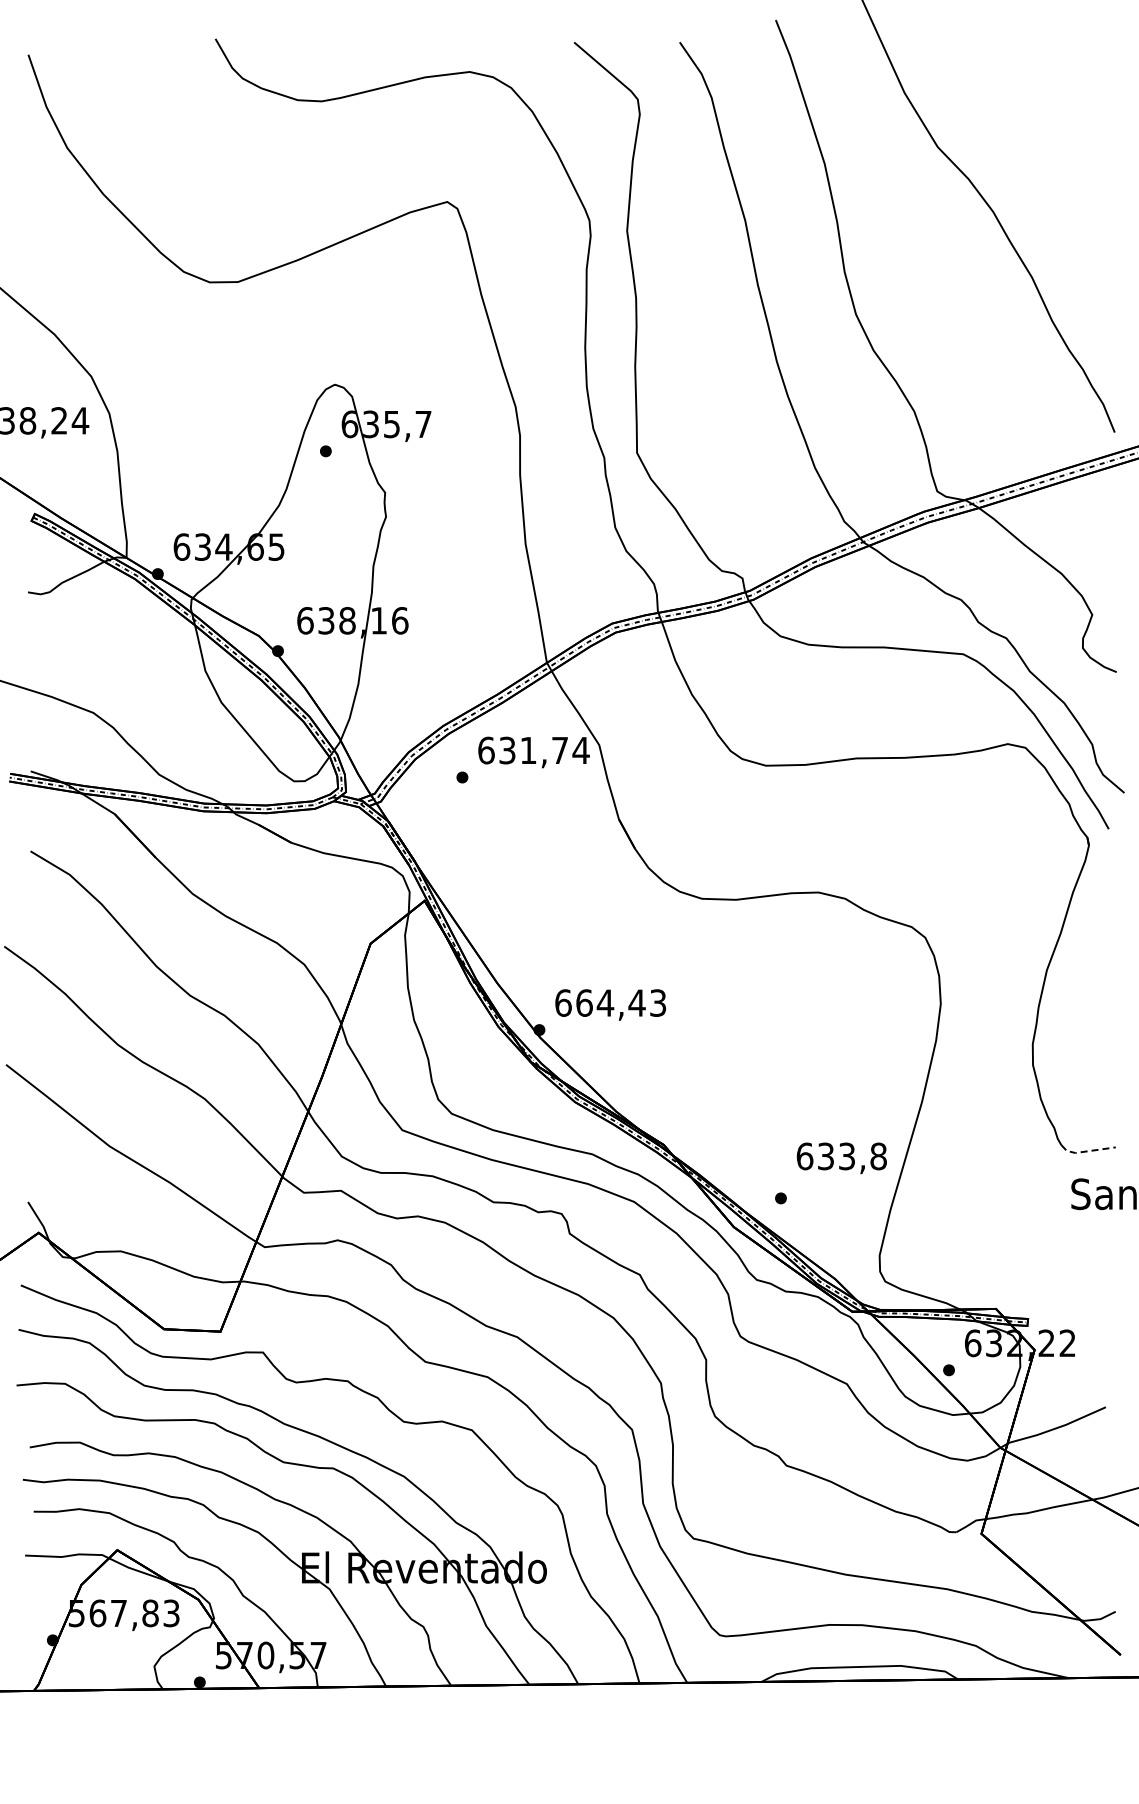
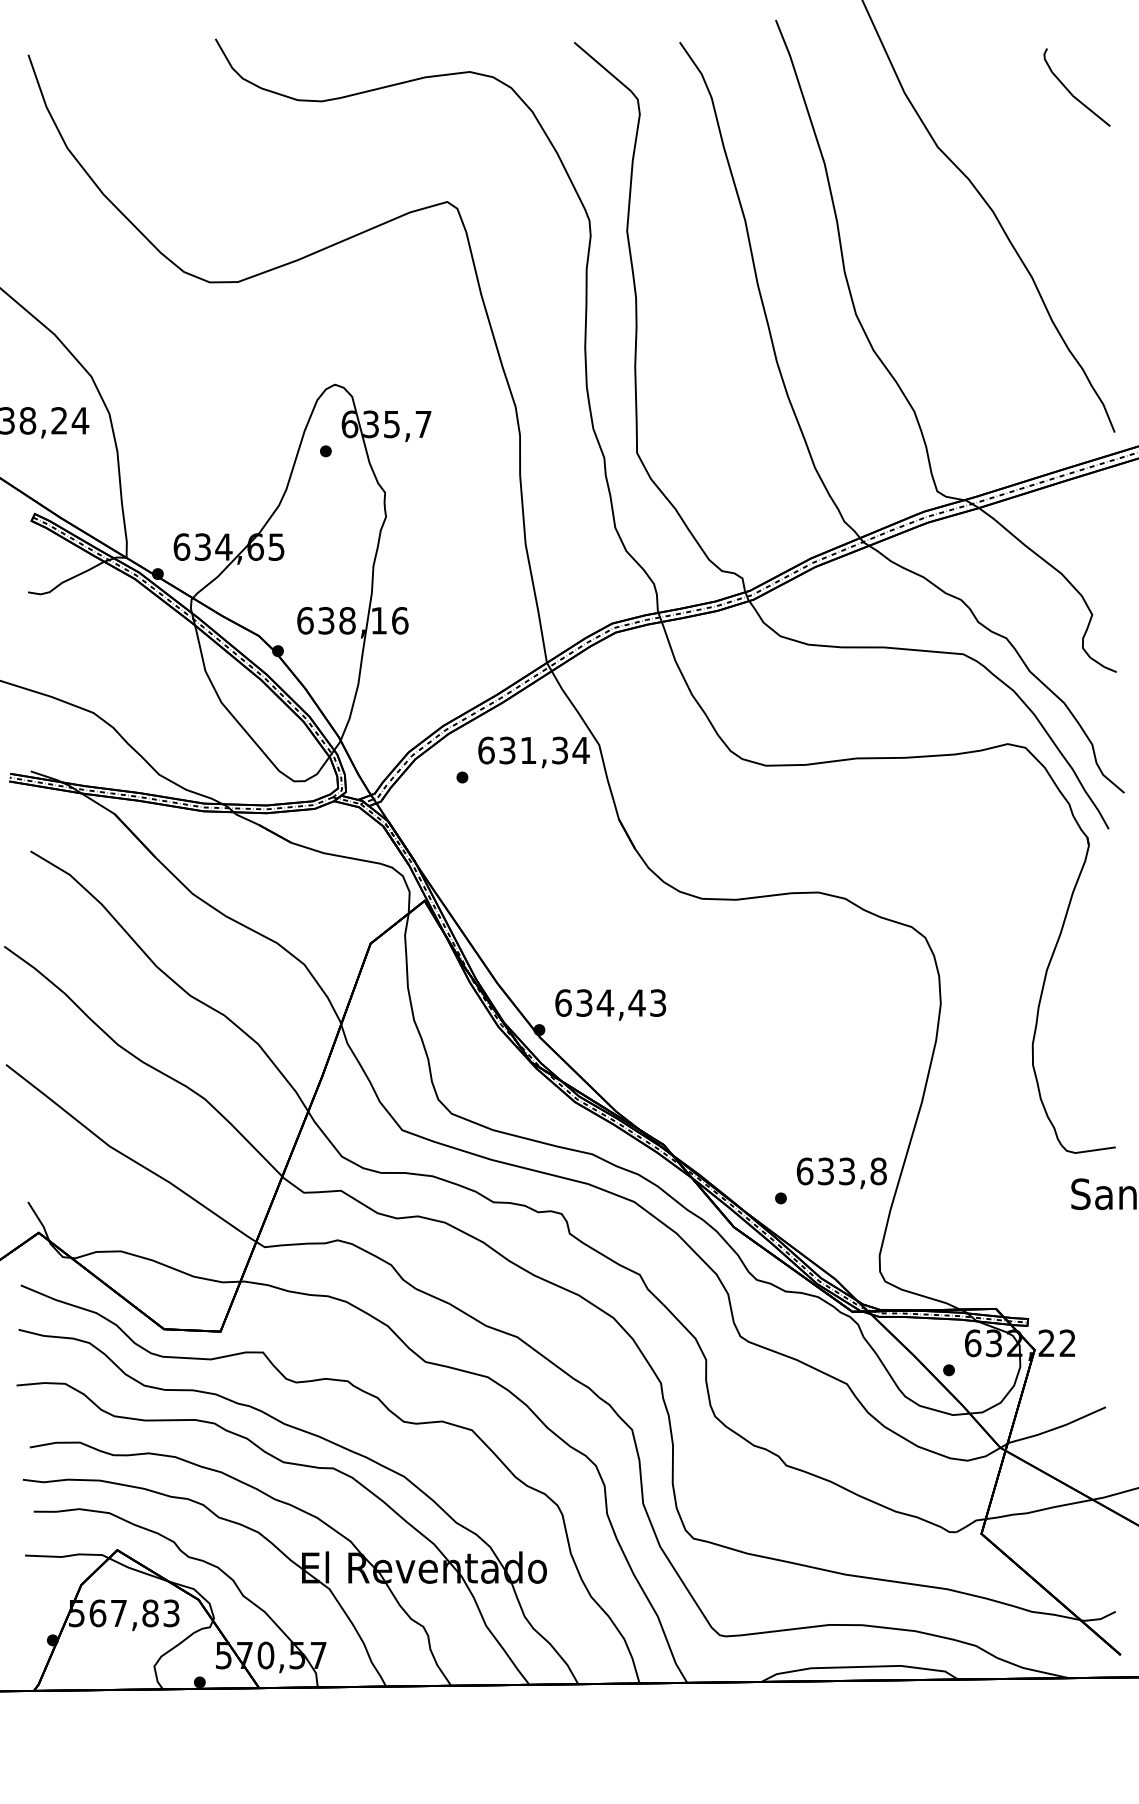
curve at (1071, 92): none -> present
text at (559, 750): 631,74 -> 631,34
text at (584, 1002): 664,43 -> 634,43
line at (1086, 1151): dashed -> solid
text at (841, 1158) position: (841, 1158) -> (841, 1173)
